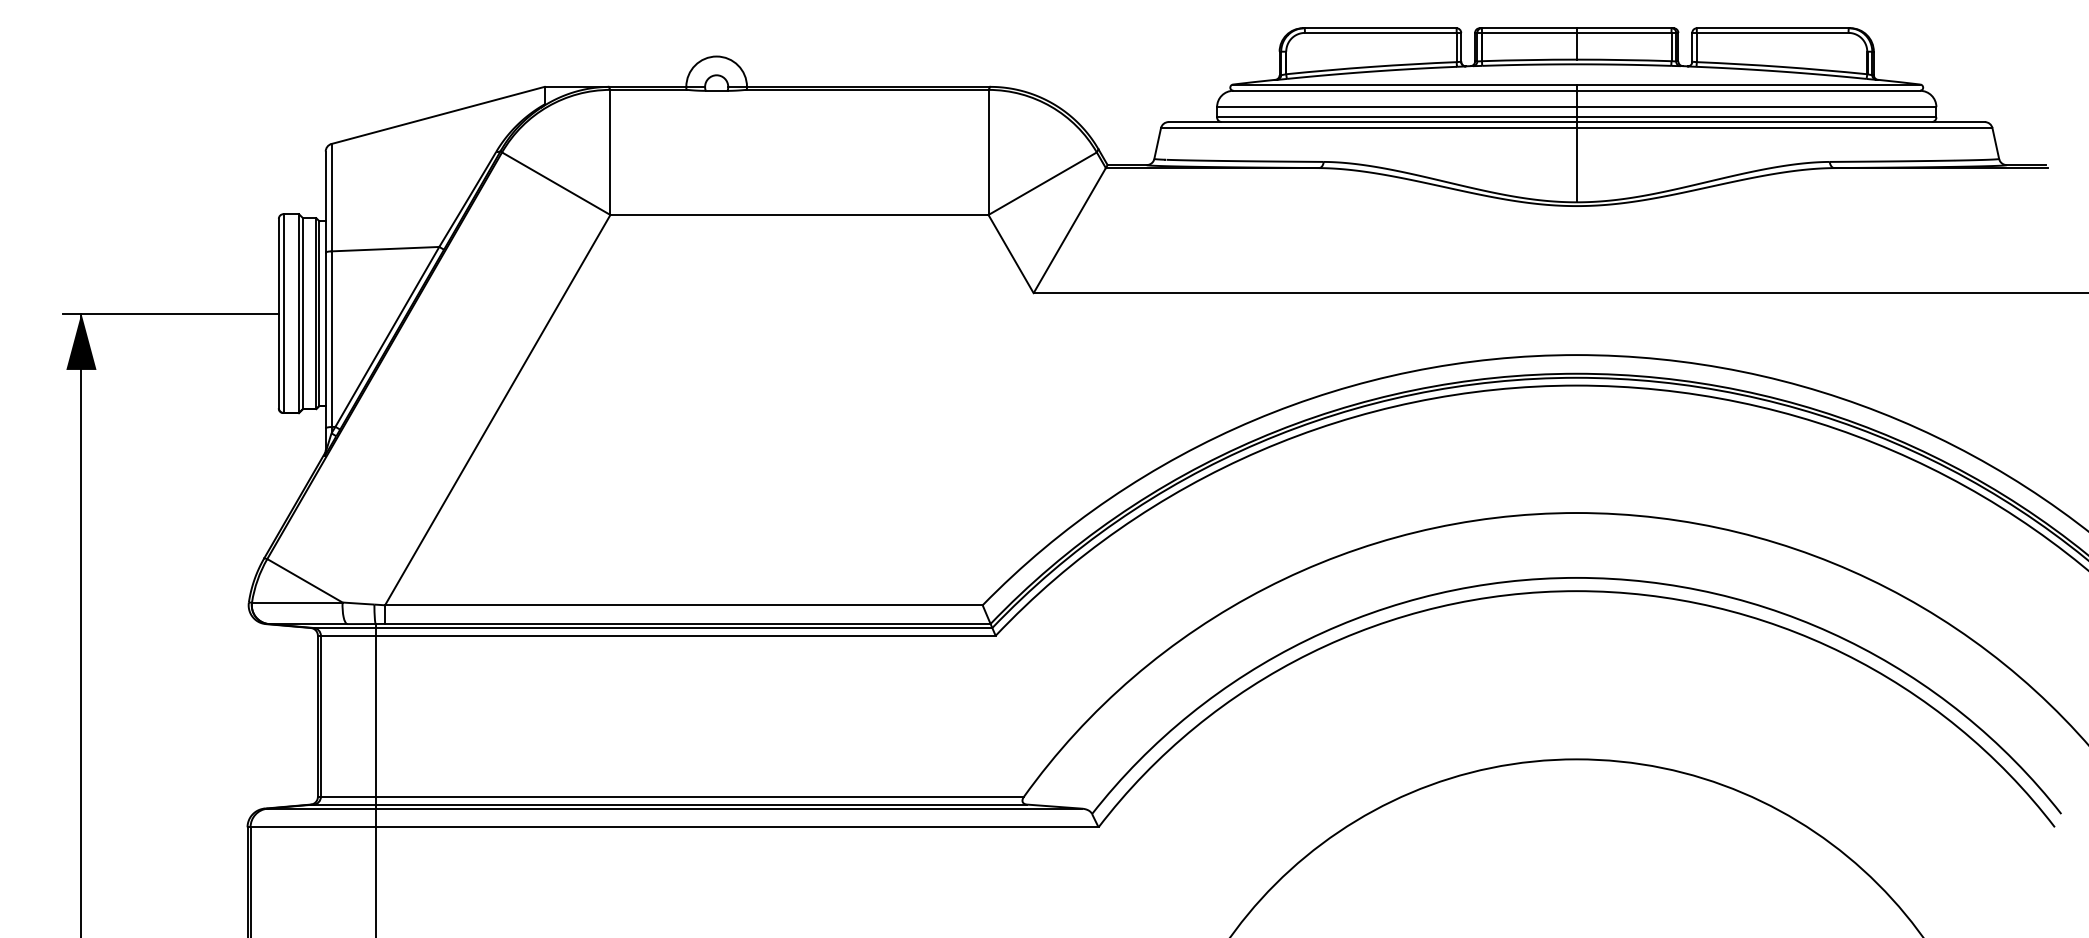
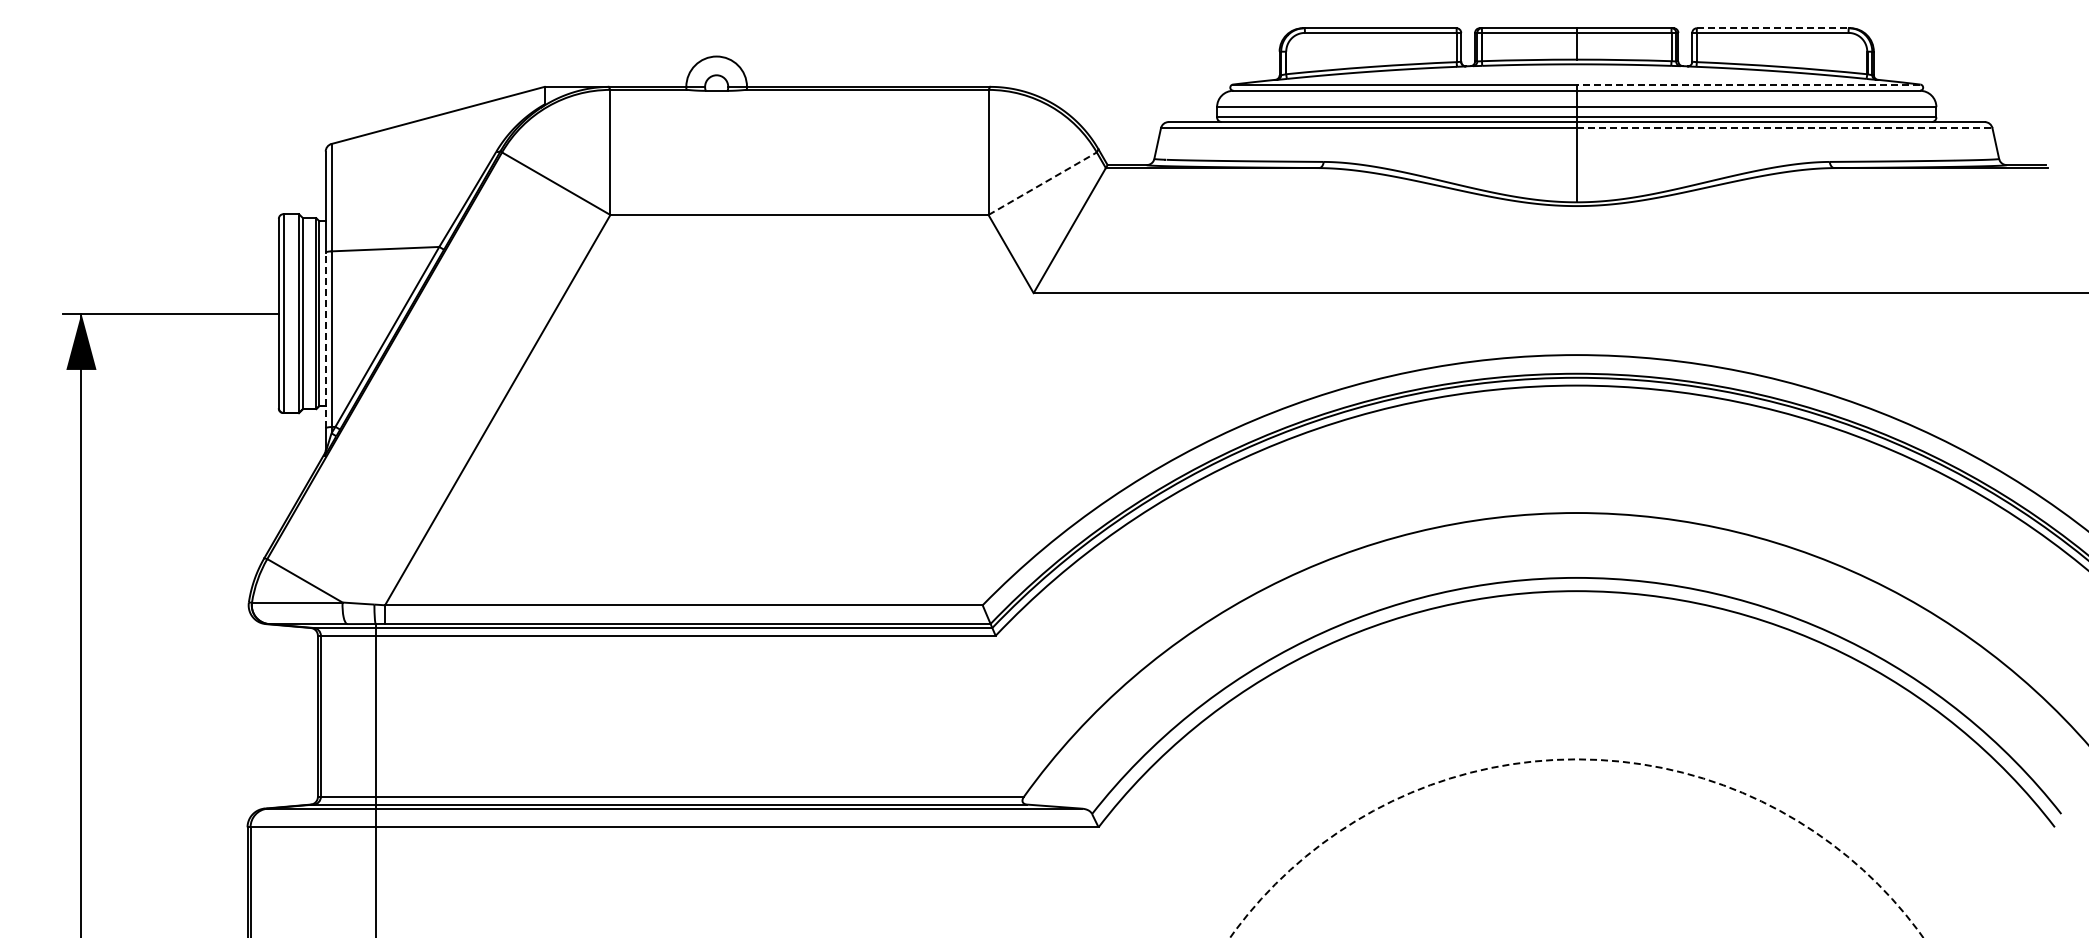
line at (1772, 28): solid -> dashed
line at (1748, 84): solid -> dashed
line at (1784, 128): solid -> dashed
line at (1042, 183): solid -> dashed
line at (325, 340): solid -> dashed
arc at (1576, 759): solid -> dashed
